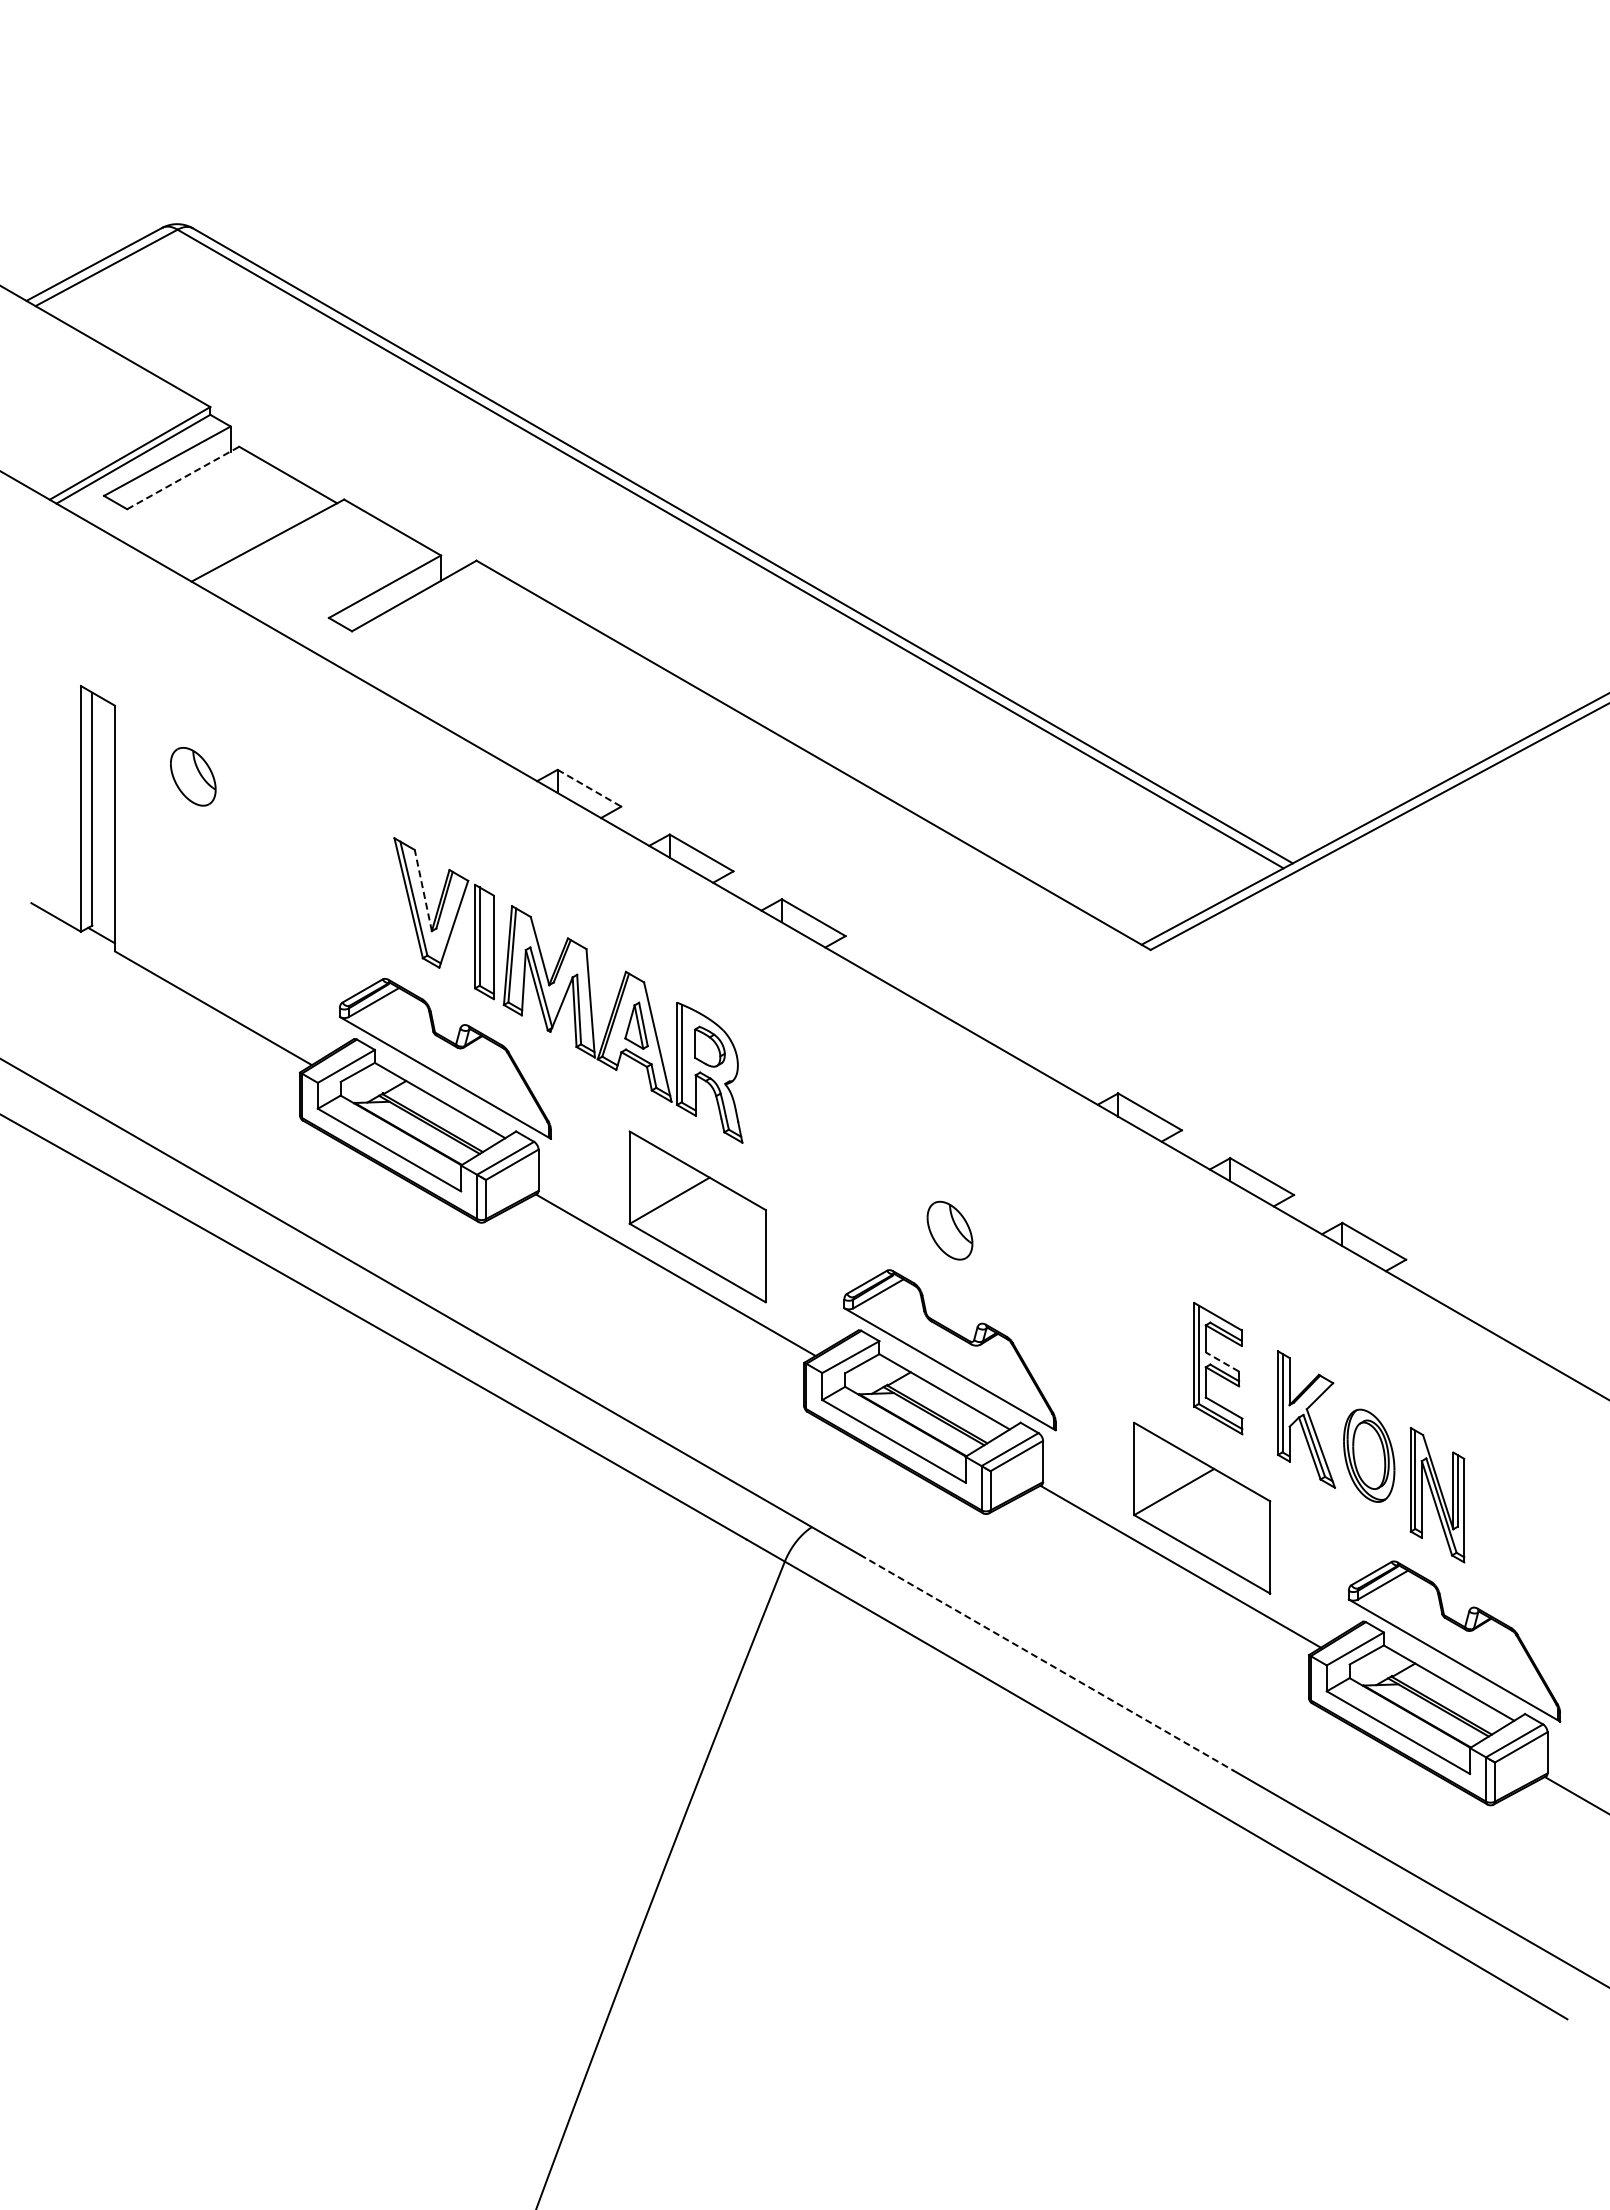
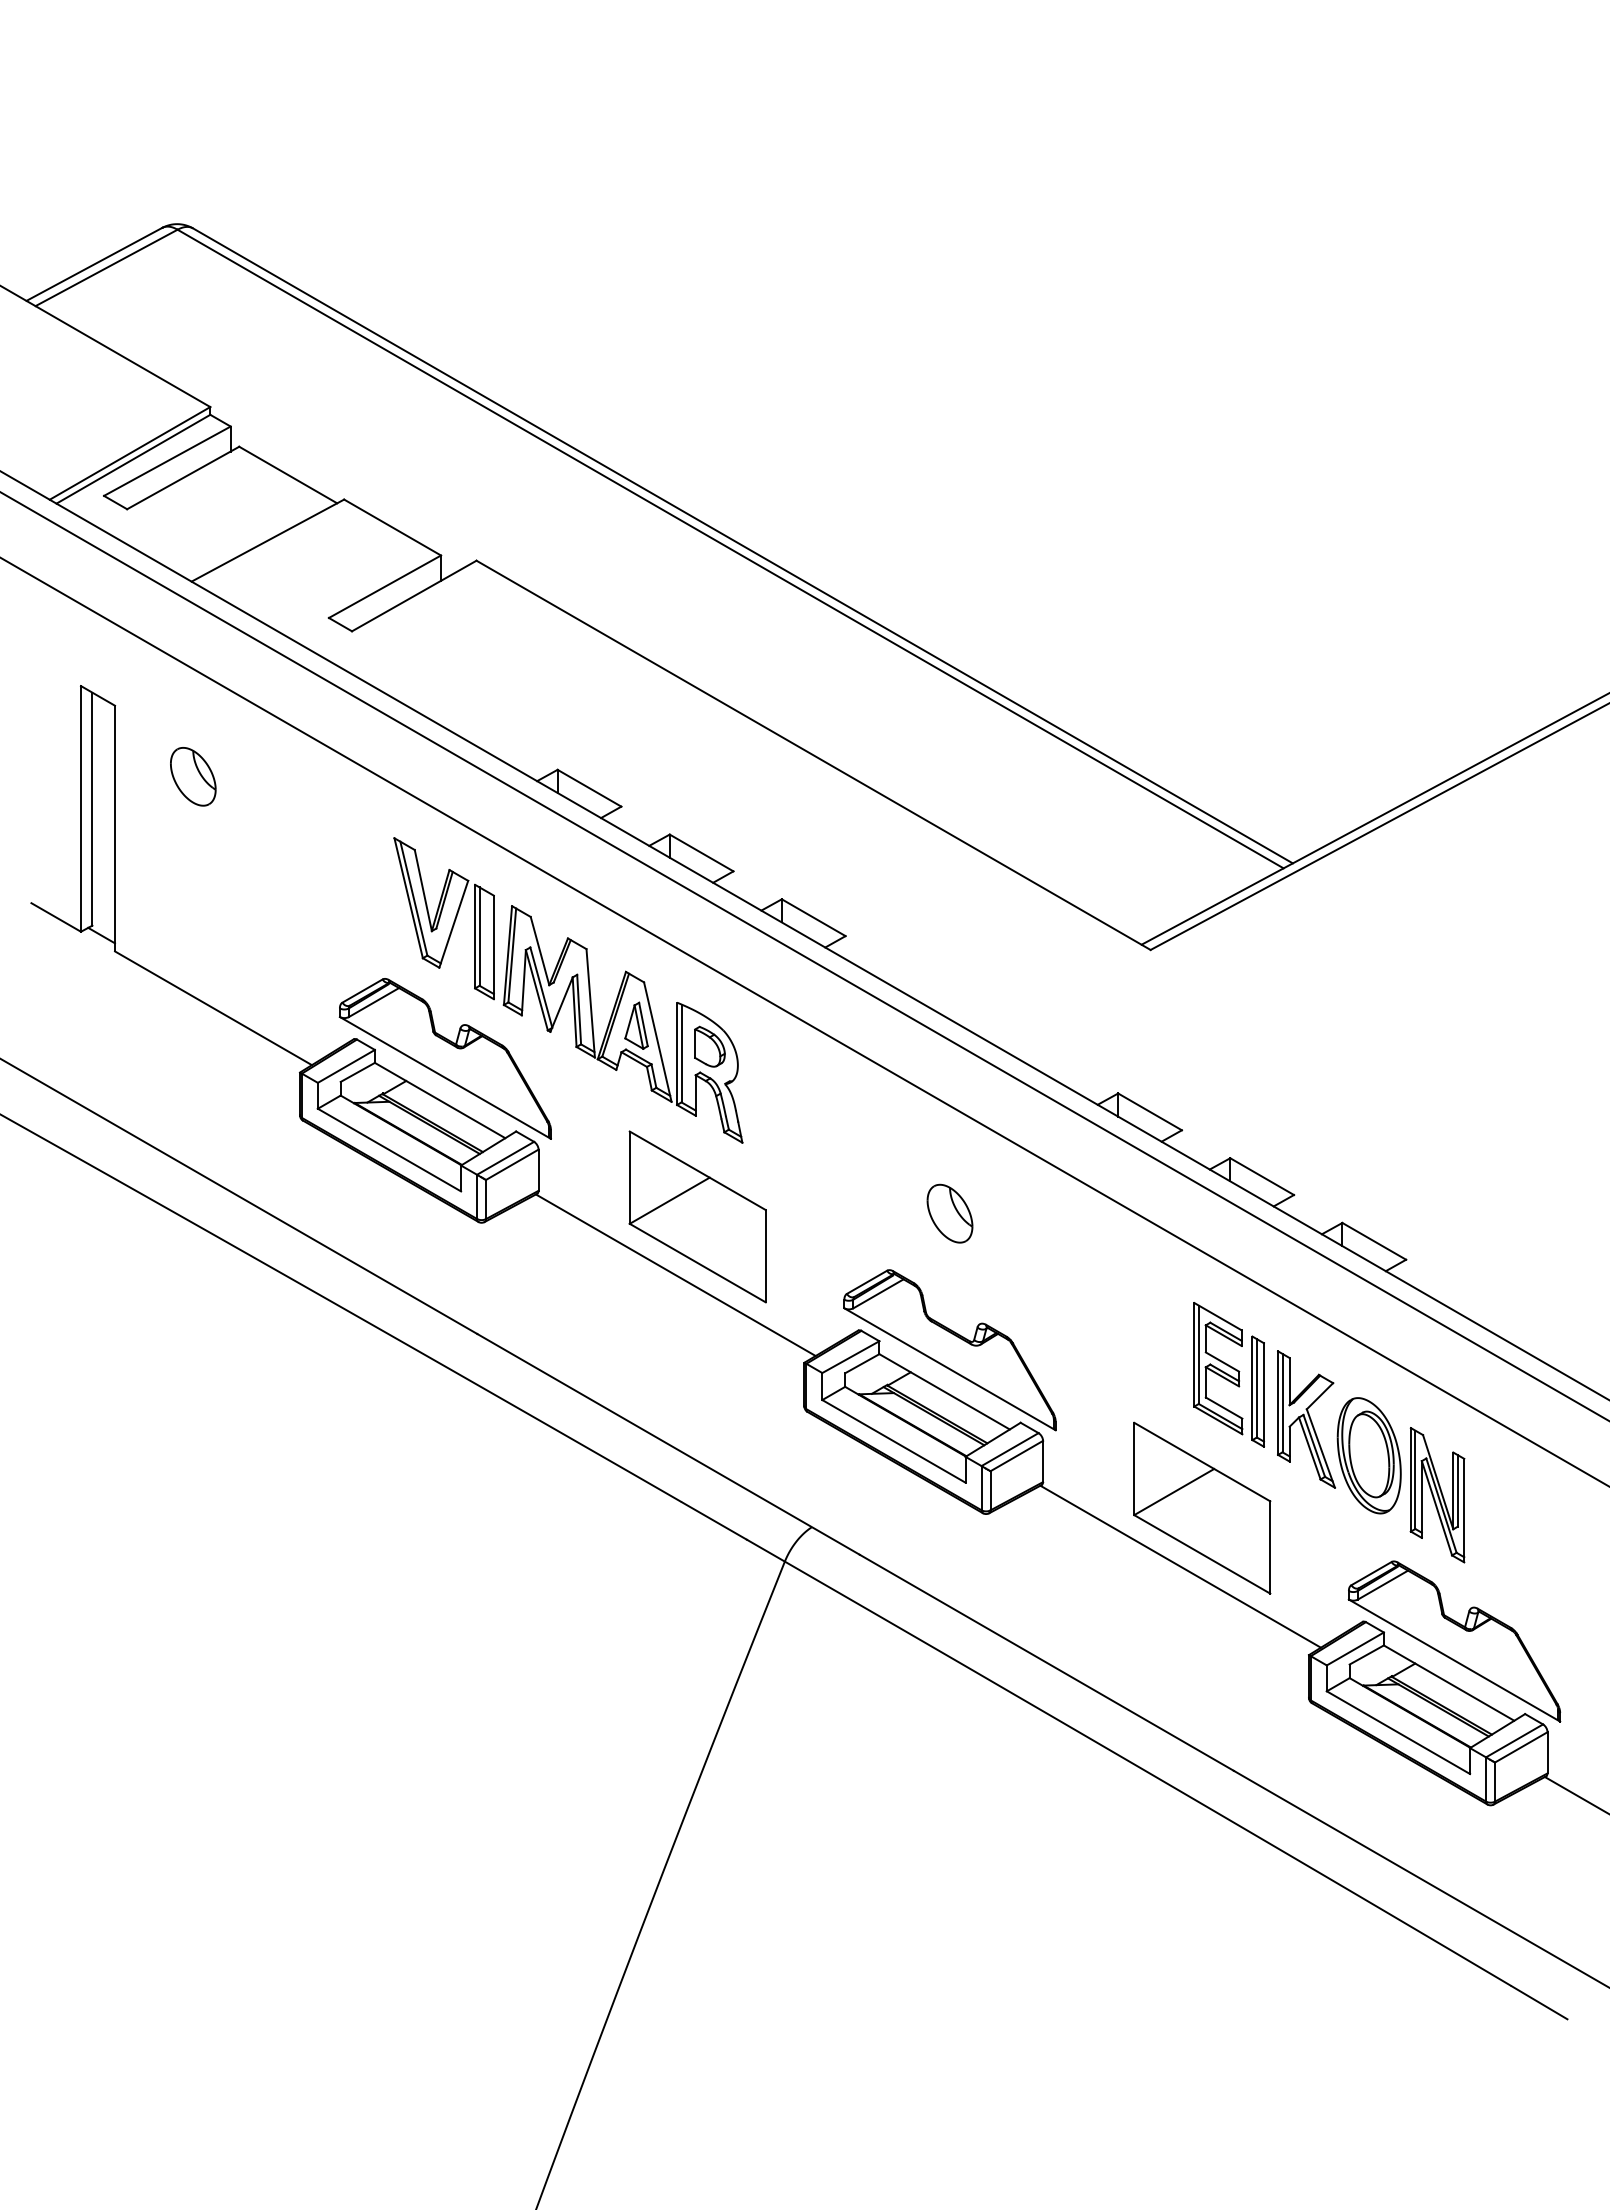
line at (183, 477): dashed -> solid
line at (589, 788): dashed -> solid
line at (423, 890): dashed -> solid
line at (804, 956): none -> present
line at (804, 1021): none -> present
part at (949, 1230) position: (949, 1230) -> (949, 1213)
line at (1222, 1361): dashed -> solid
part at (1257, 1391): none -> present
part at (1369, 1455) size: 53x95 px -> 66x118 px
line at (1046, 1662): dashed -> solid
